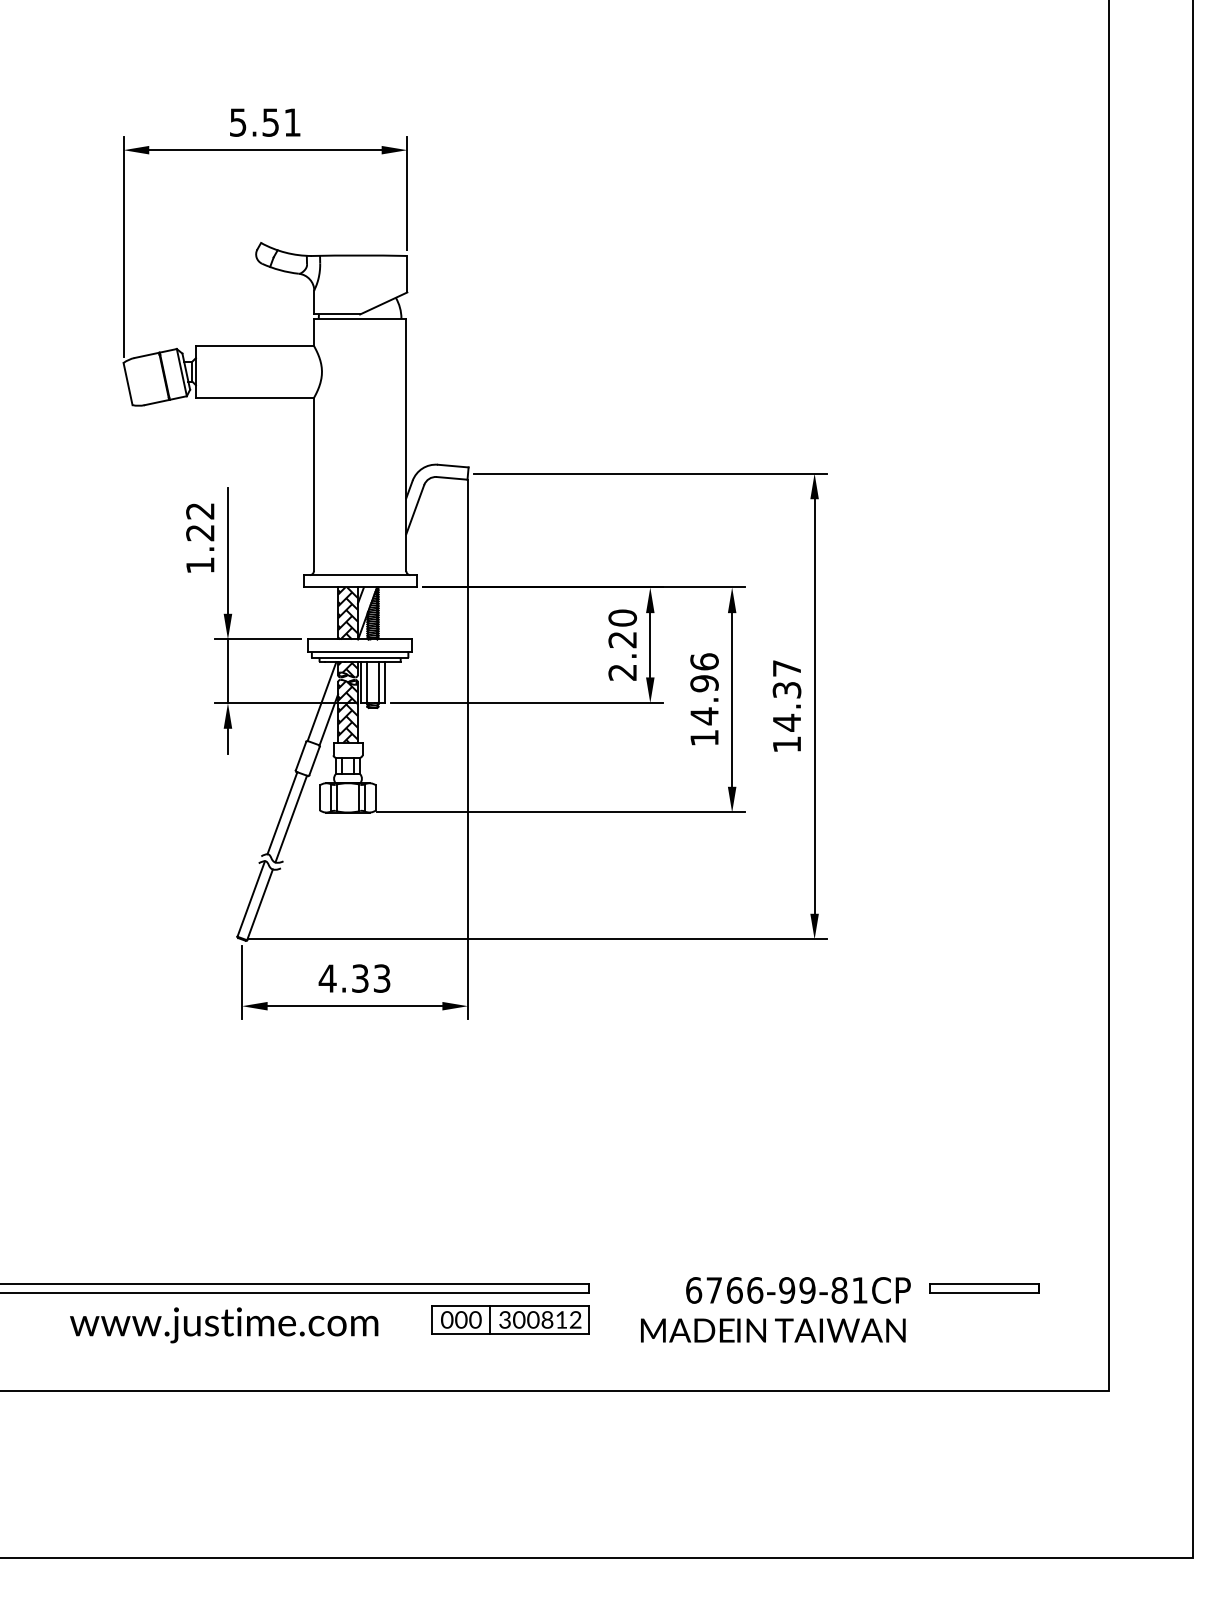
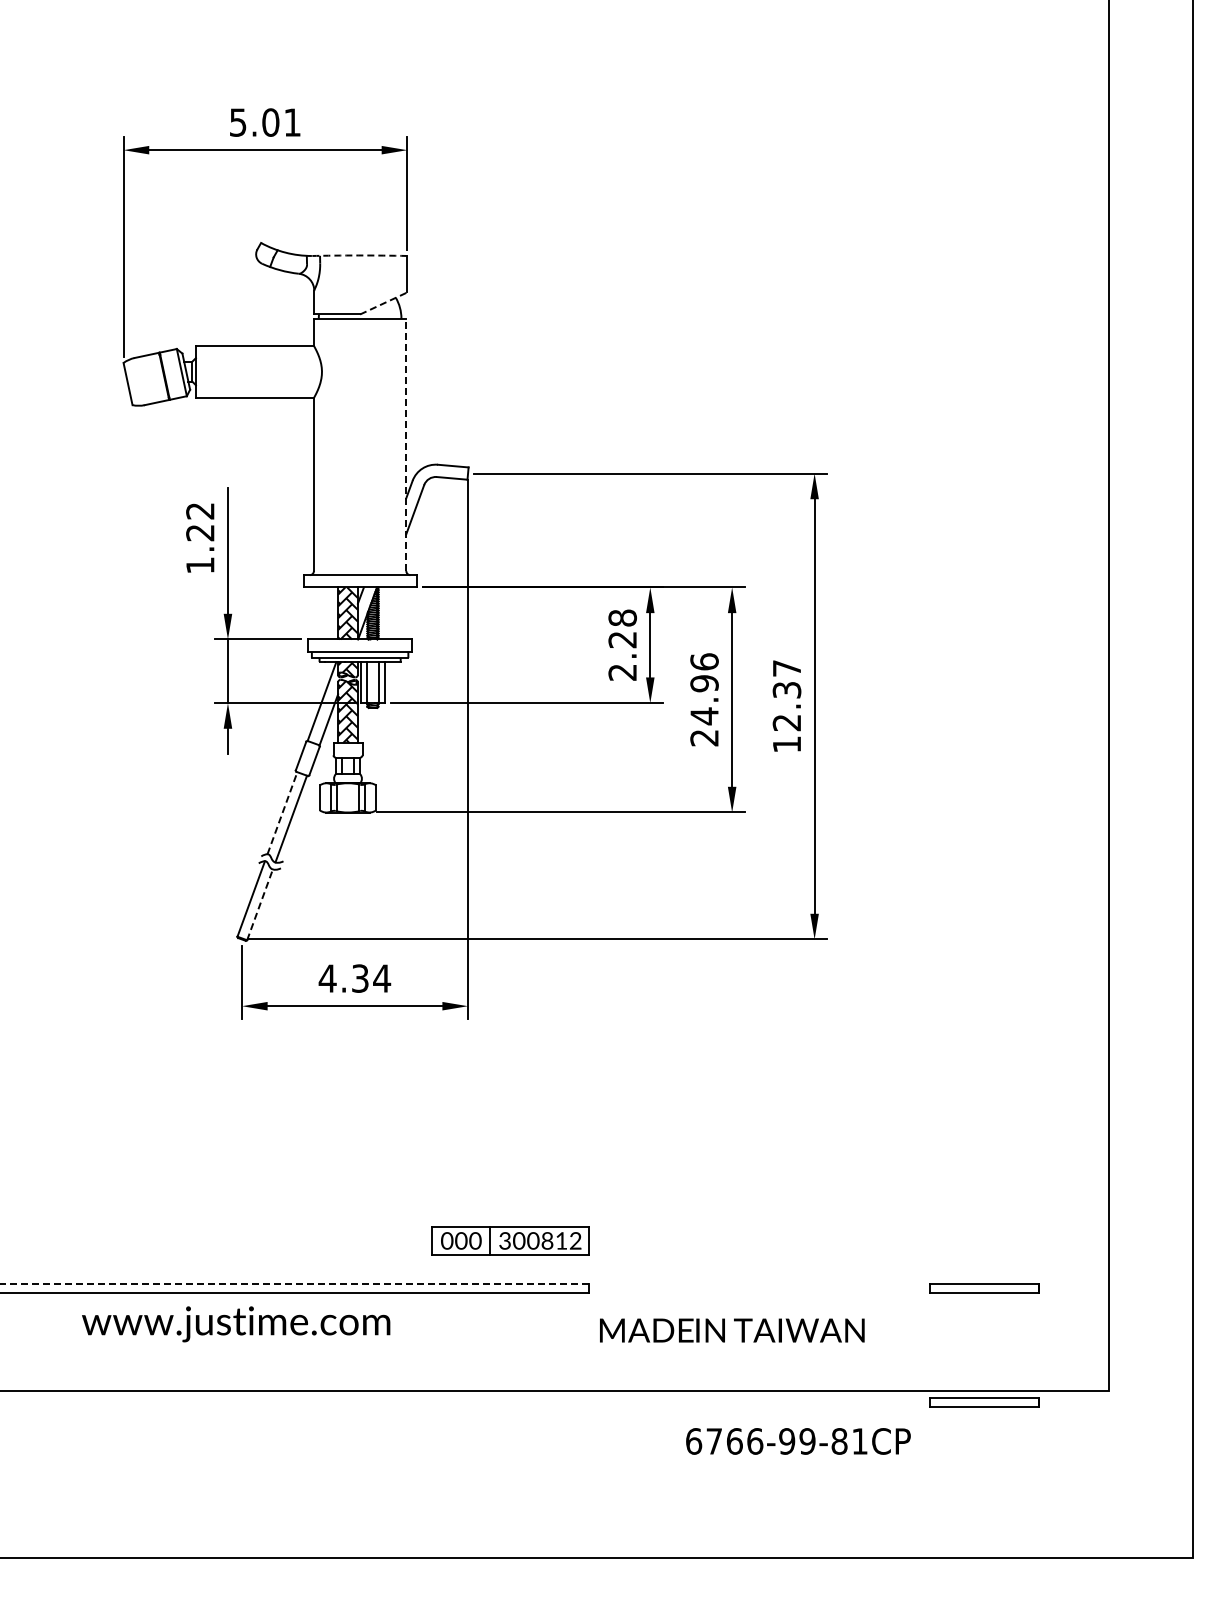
text at (270, 122): 5.51 -> 5.01
arc at (358, 255): solid -> dashed
line at (384, 303): solid -> dashed
line at (406, 444): solid -> dashed
text at (622, 617): 2.20 -> 2.28
text at (786, 722): 14.37 -> 12.37
text at (704, 738): 14.96 -> 24.96
line at (282, 813): solid -> dashed
line at (260, 904): solid -> dashed
text at (382, 978): 4.33 -> 4.34
line at (293, 1284): solid -> dashed
text at (798, 1290) position: (798, 1290) -> (798, 1441)
part at (510, 1319) position: (510, 1319) -> (510, 1240)
text at (224, 1325) position: (224, 1325) -> (236, 1324)
text at (773, 1330) position: (773, 1330) -> (732, 1330)
part at (984, 1402): none -> present
